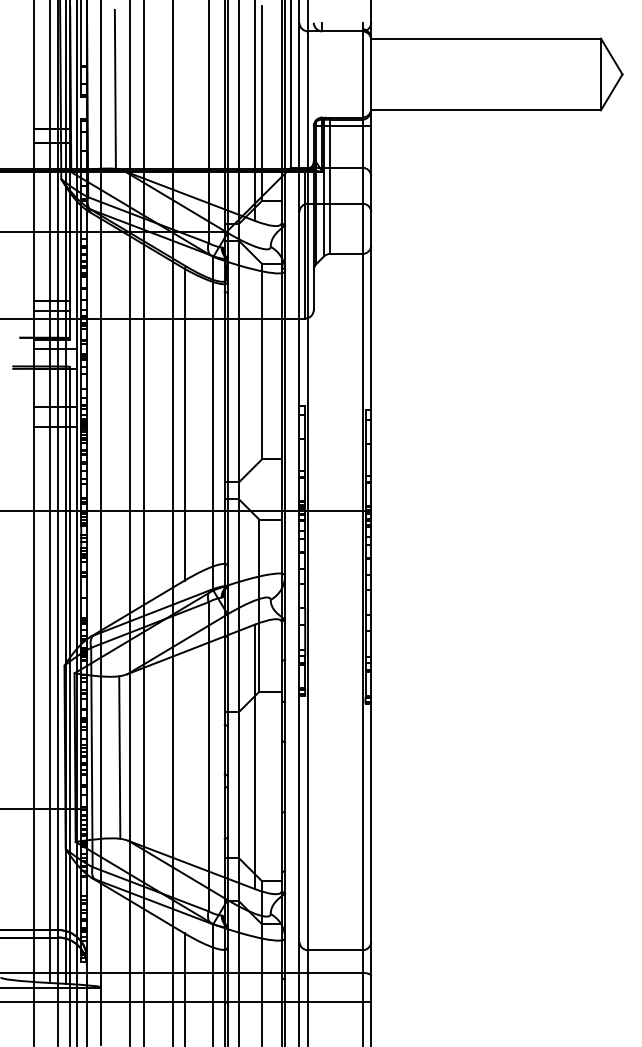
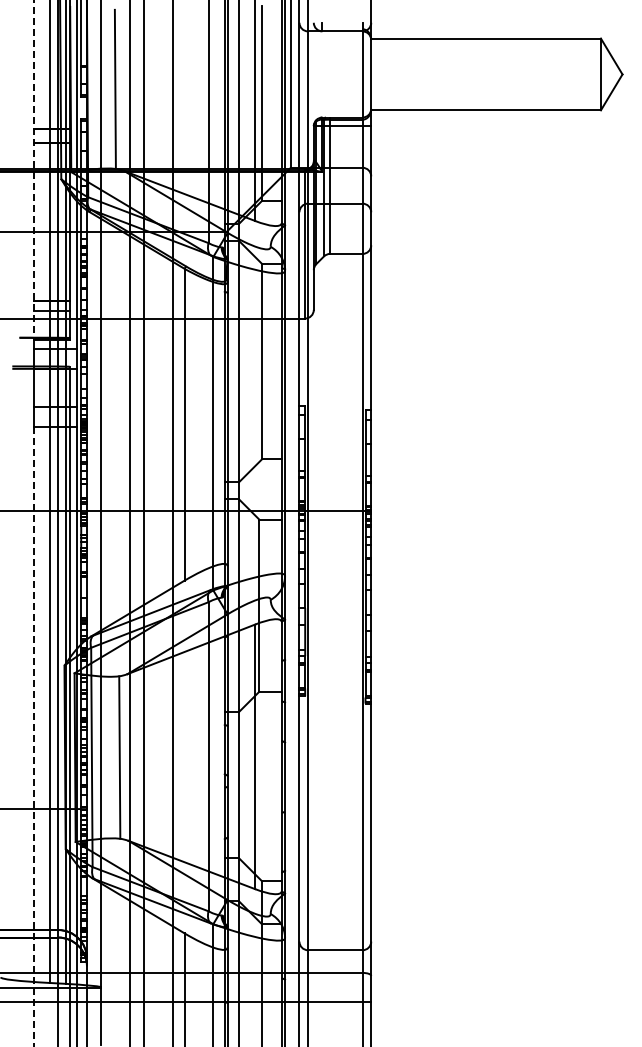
line at (33, 169): solid -> dashed
line at (33, 736): solid -> dashed
